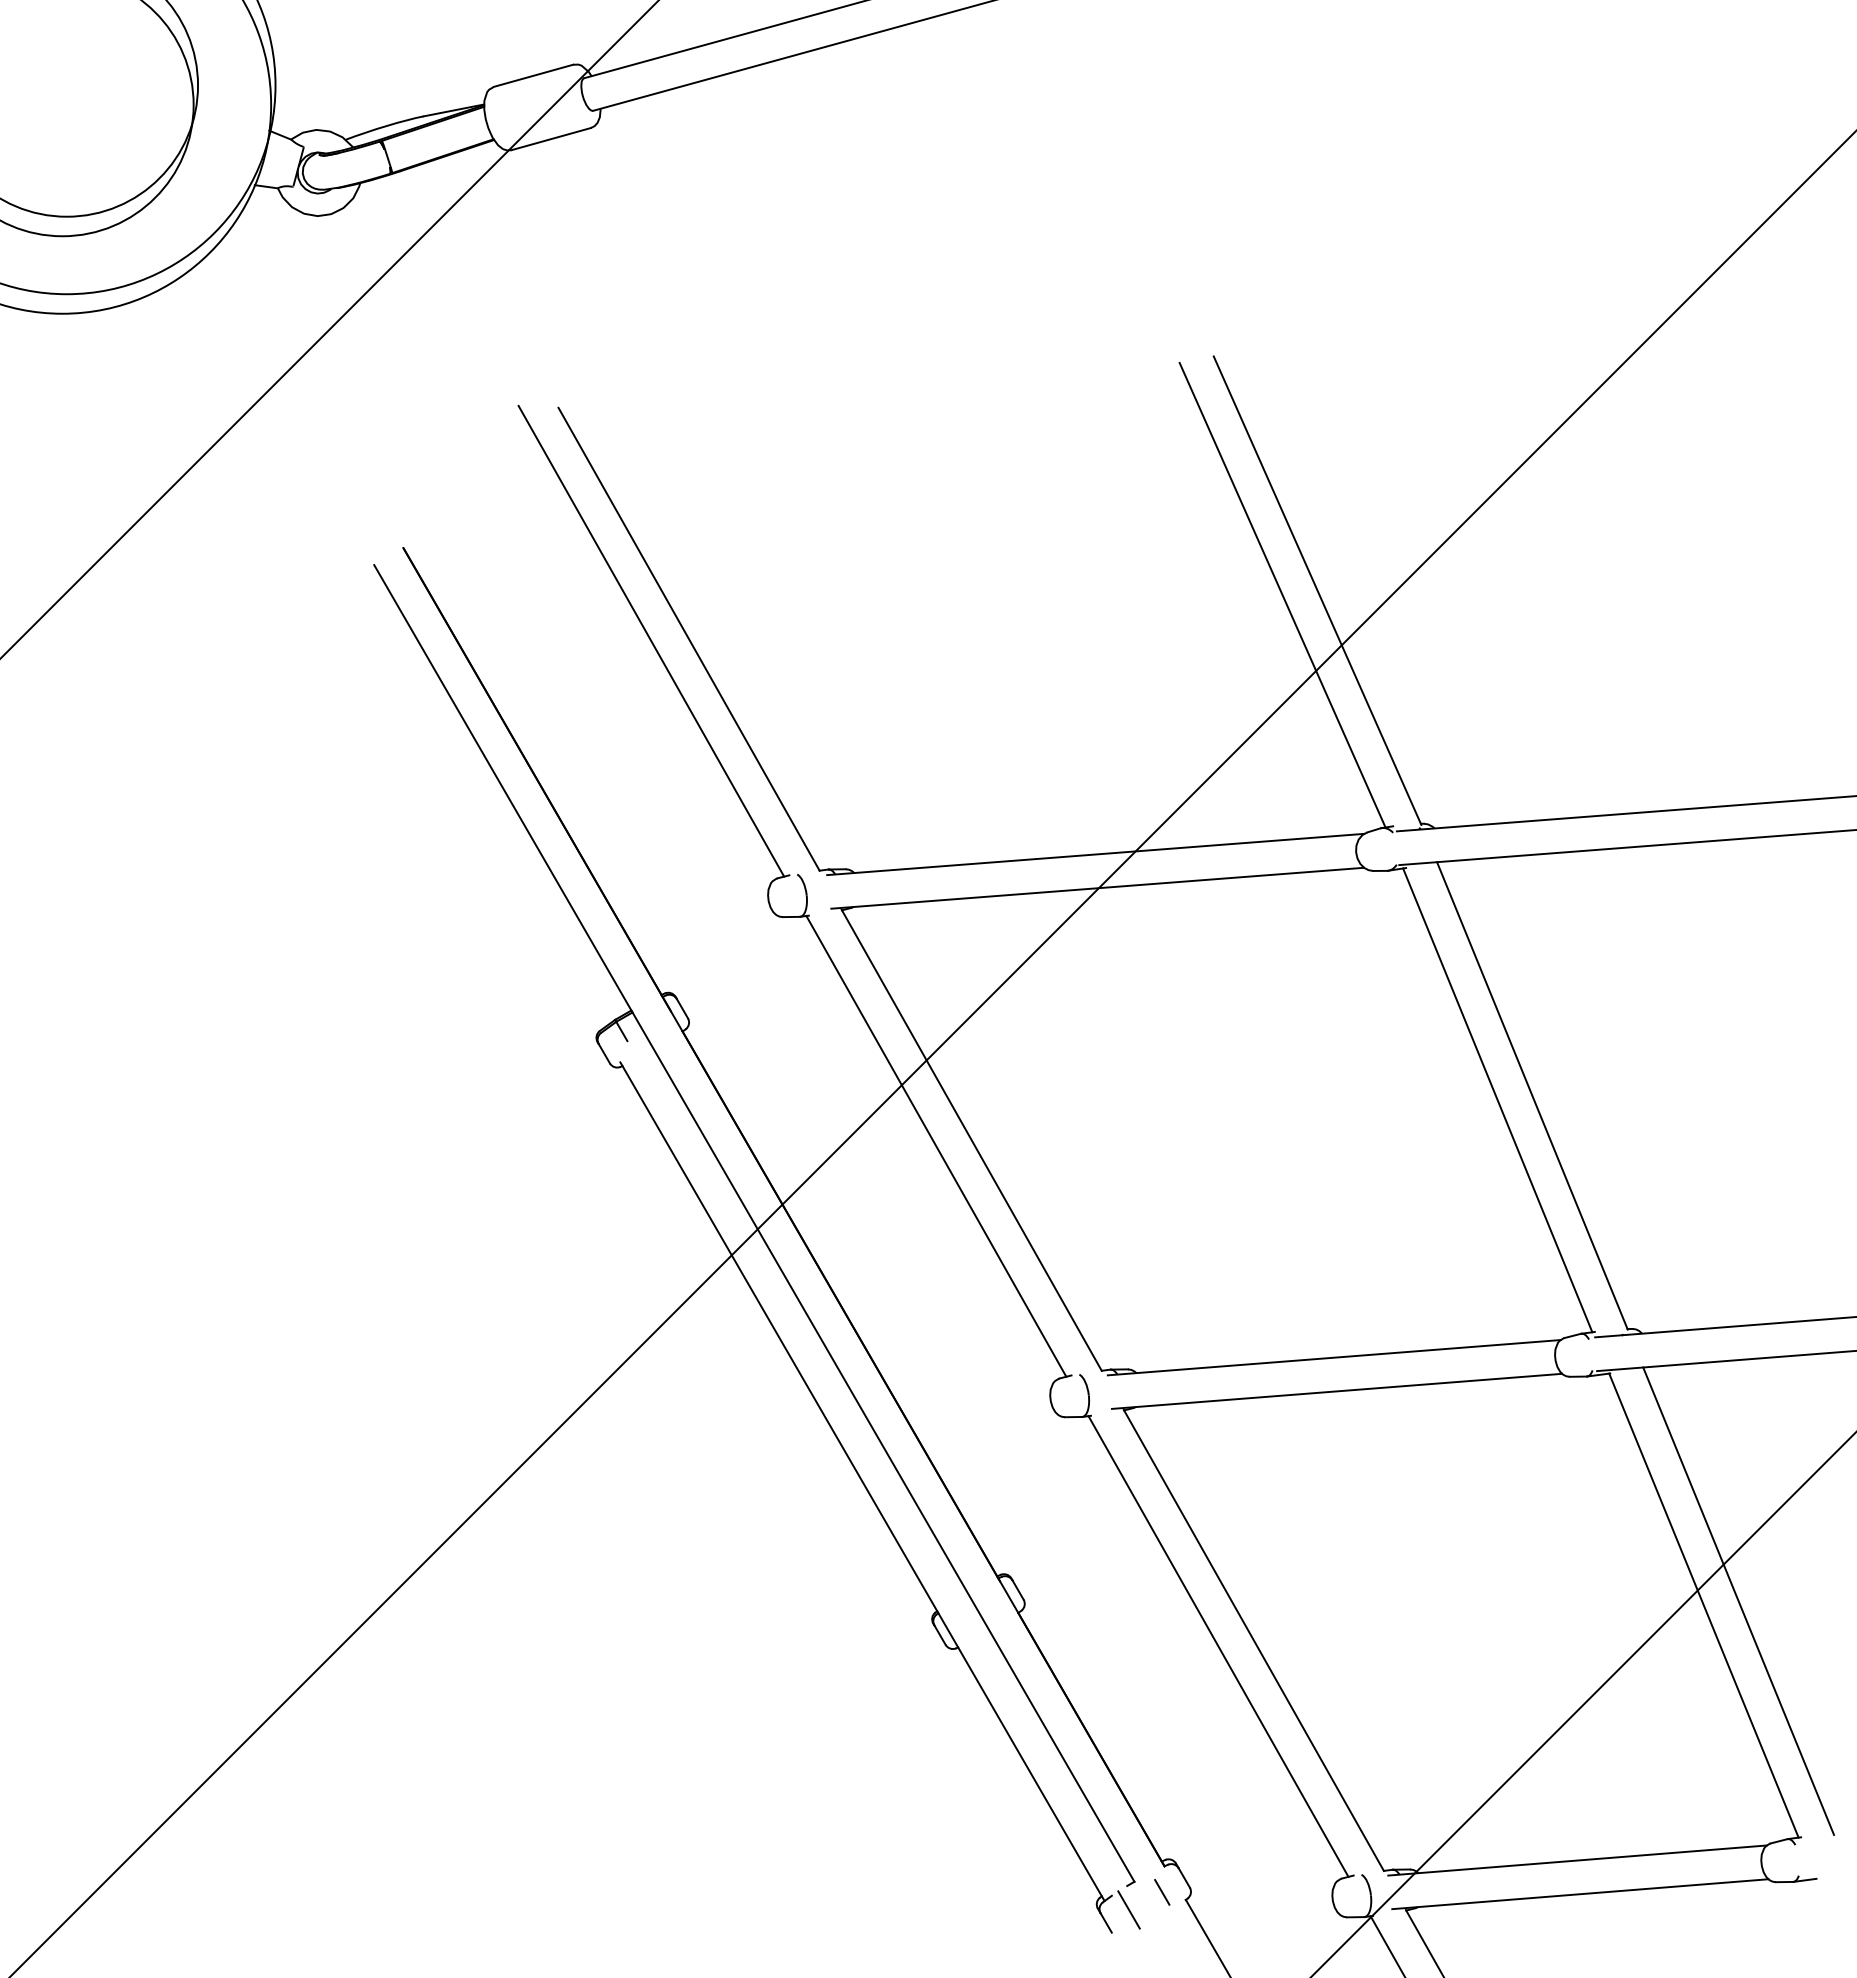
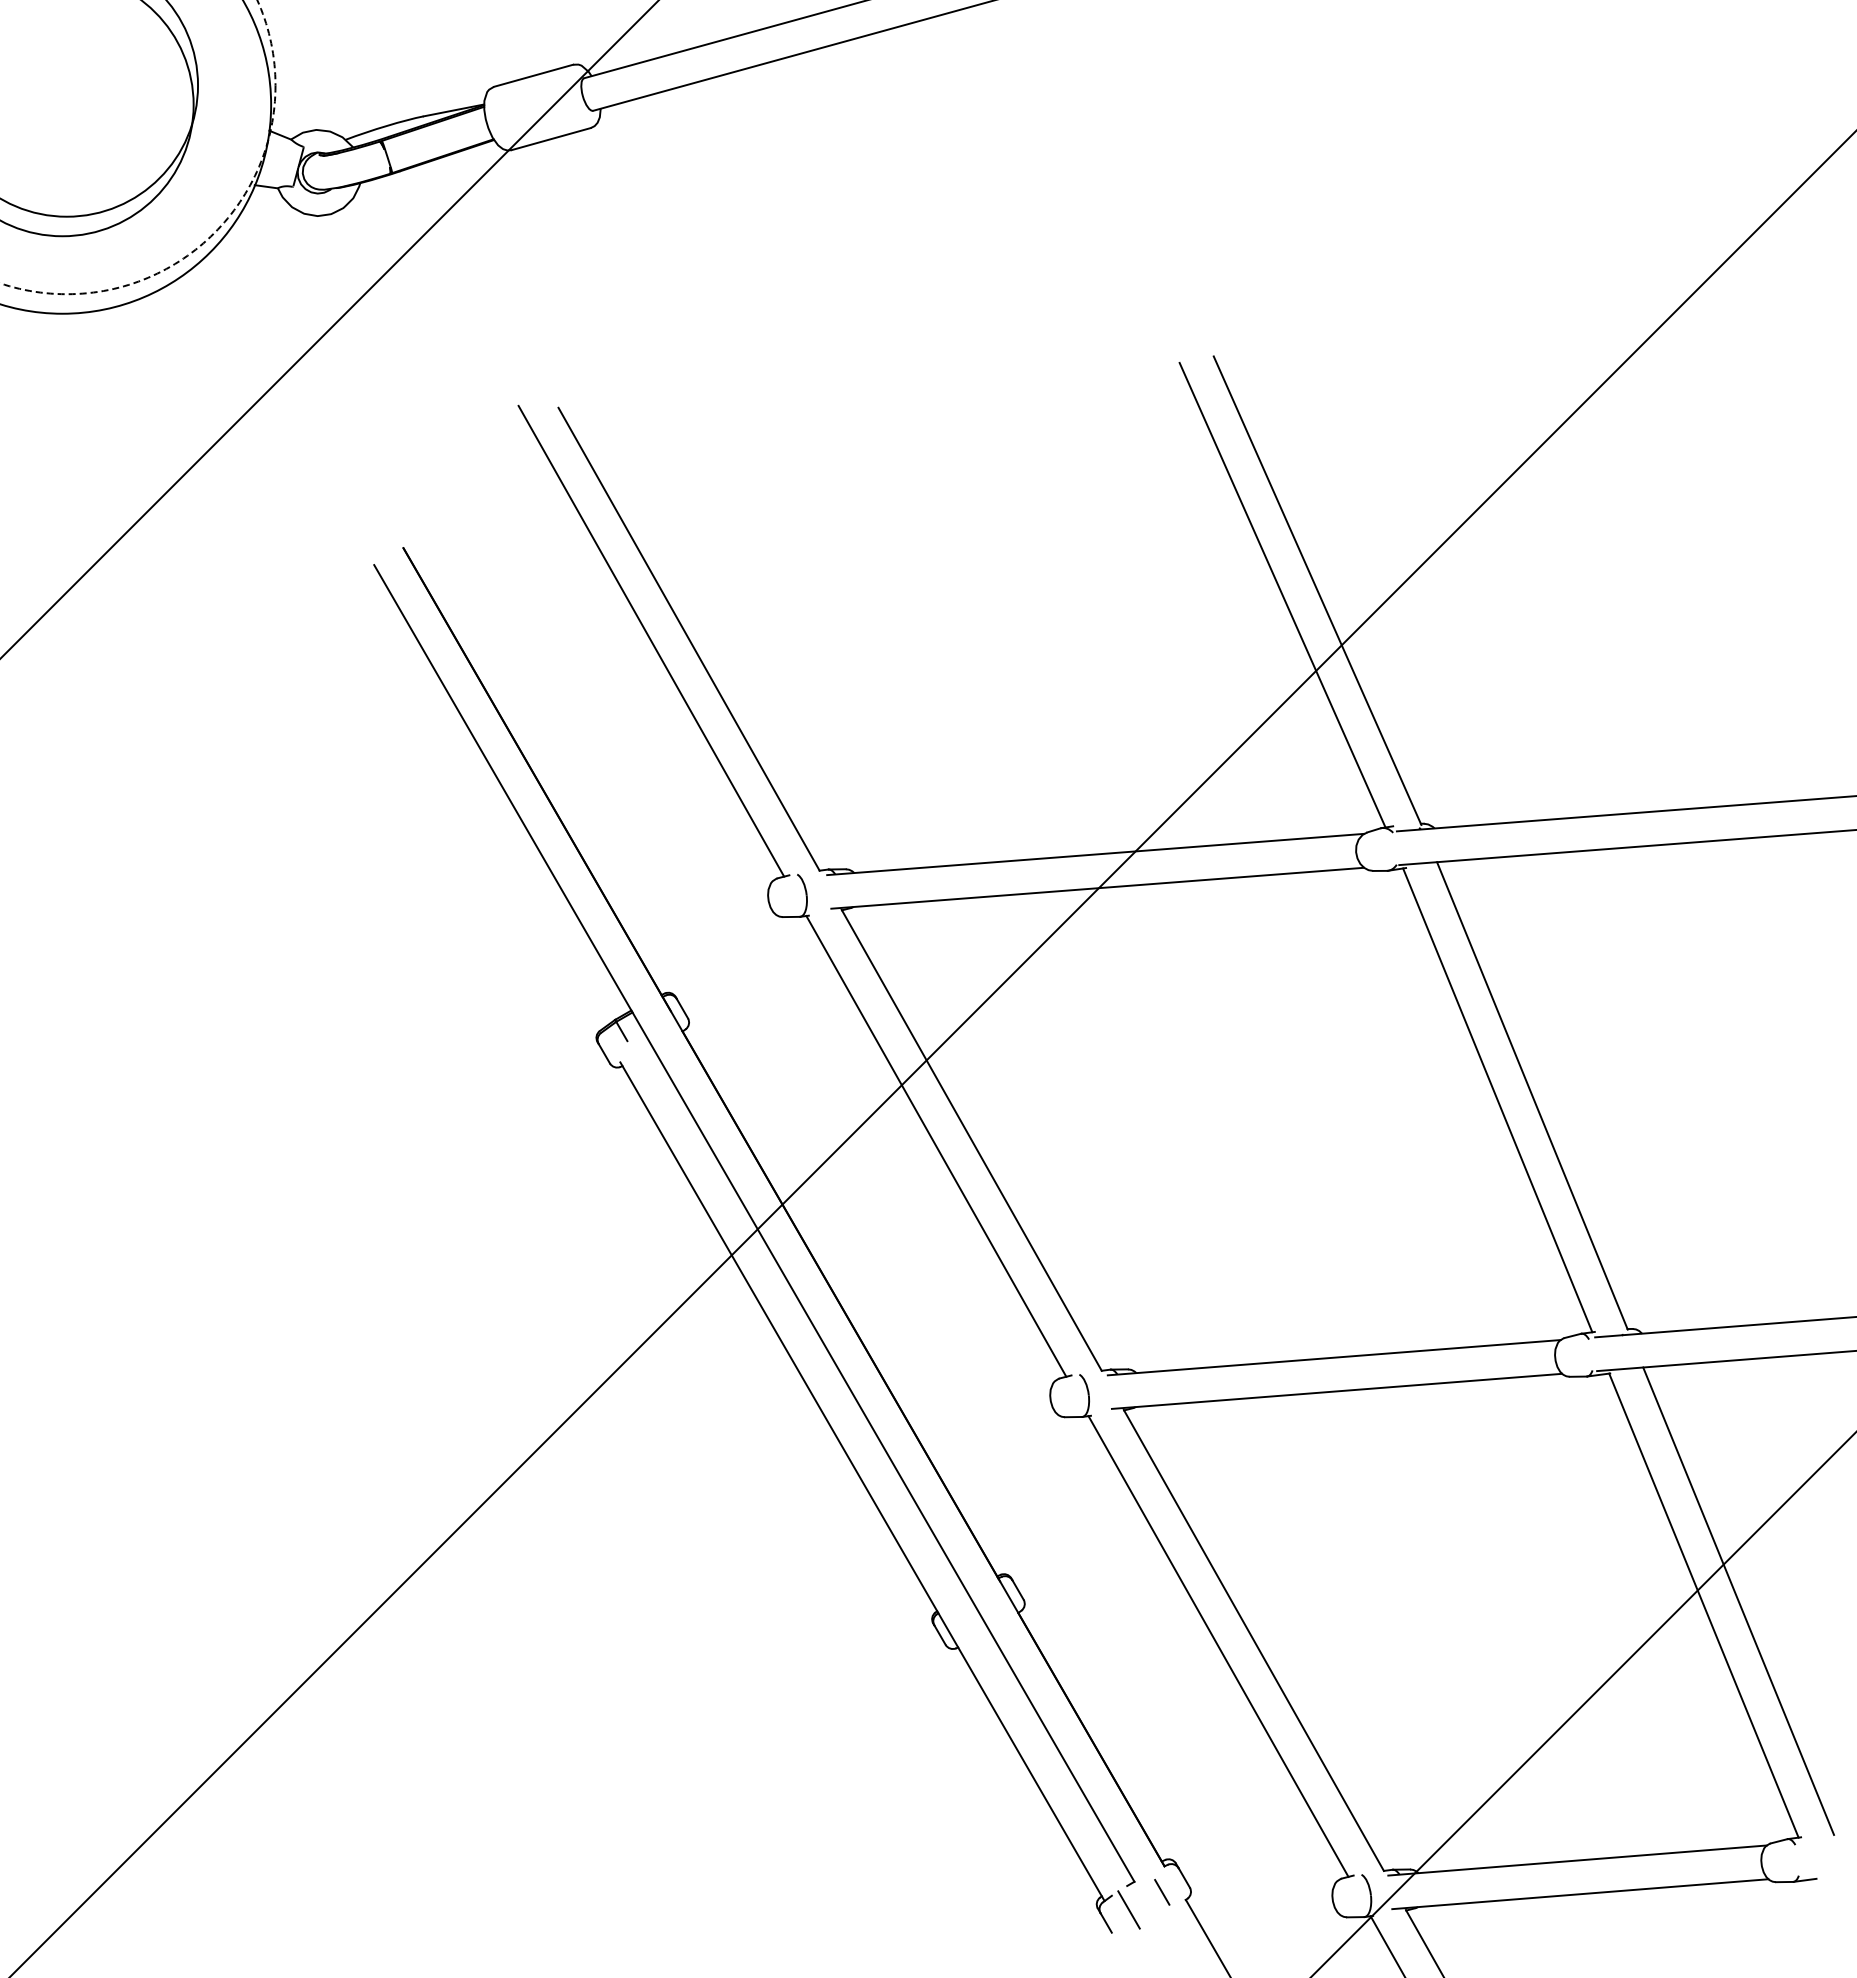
circle at (137, 147): solid -> dashed
